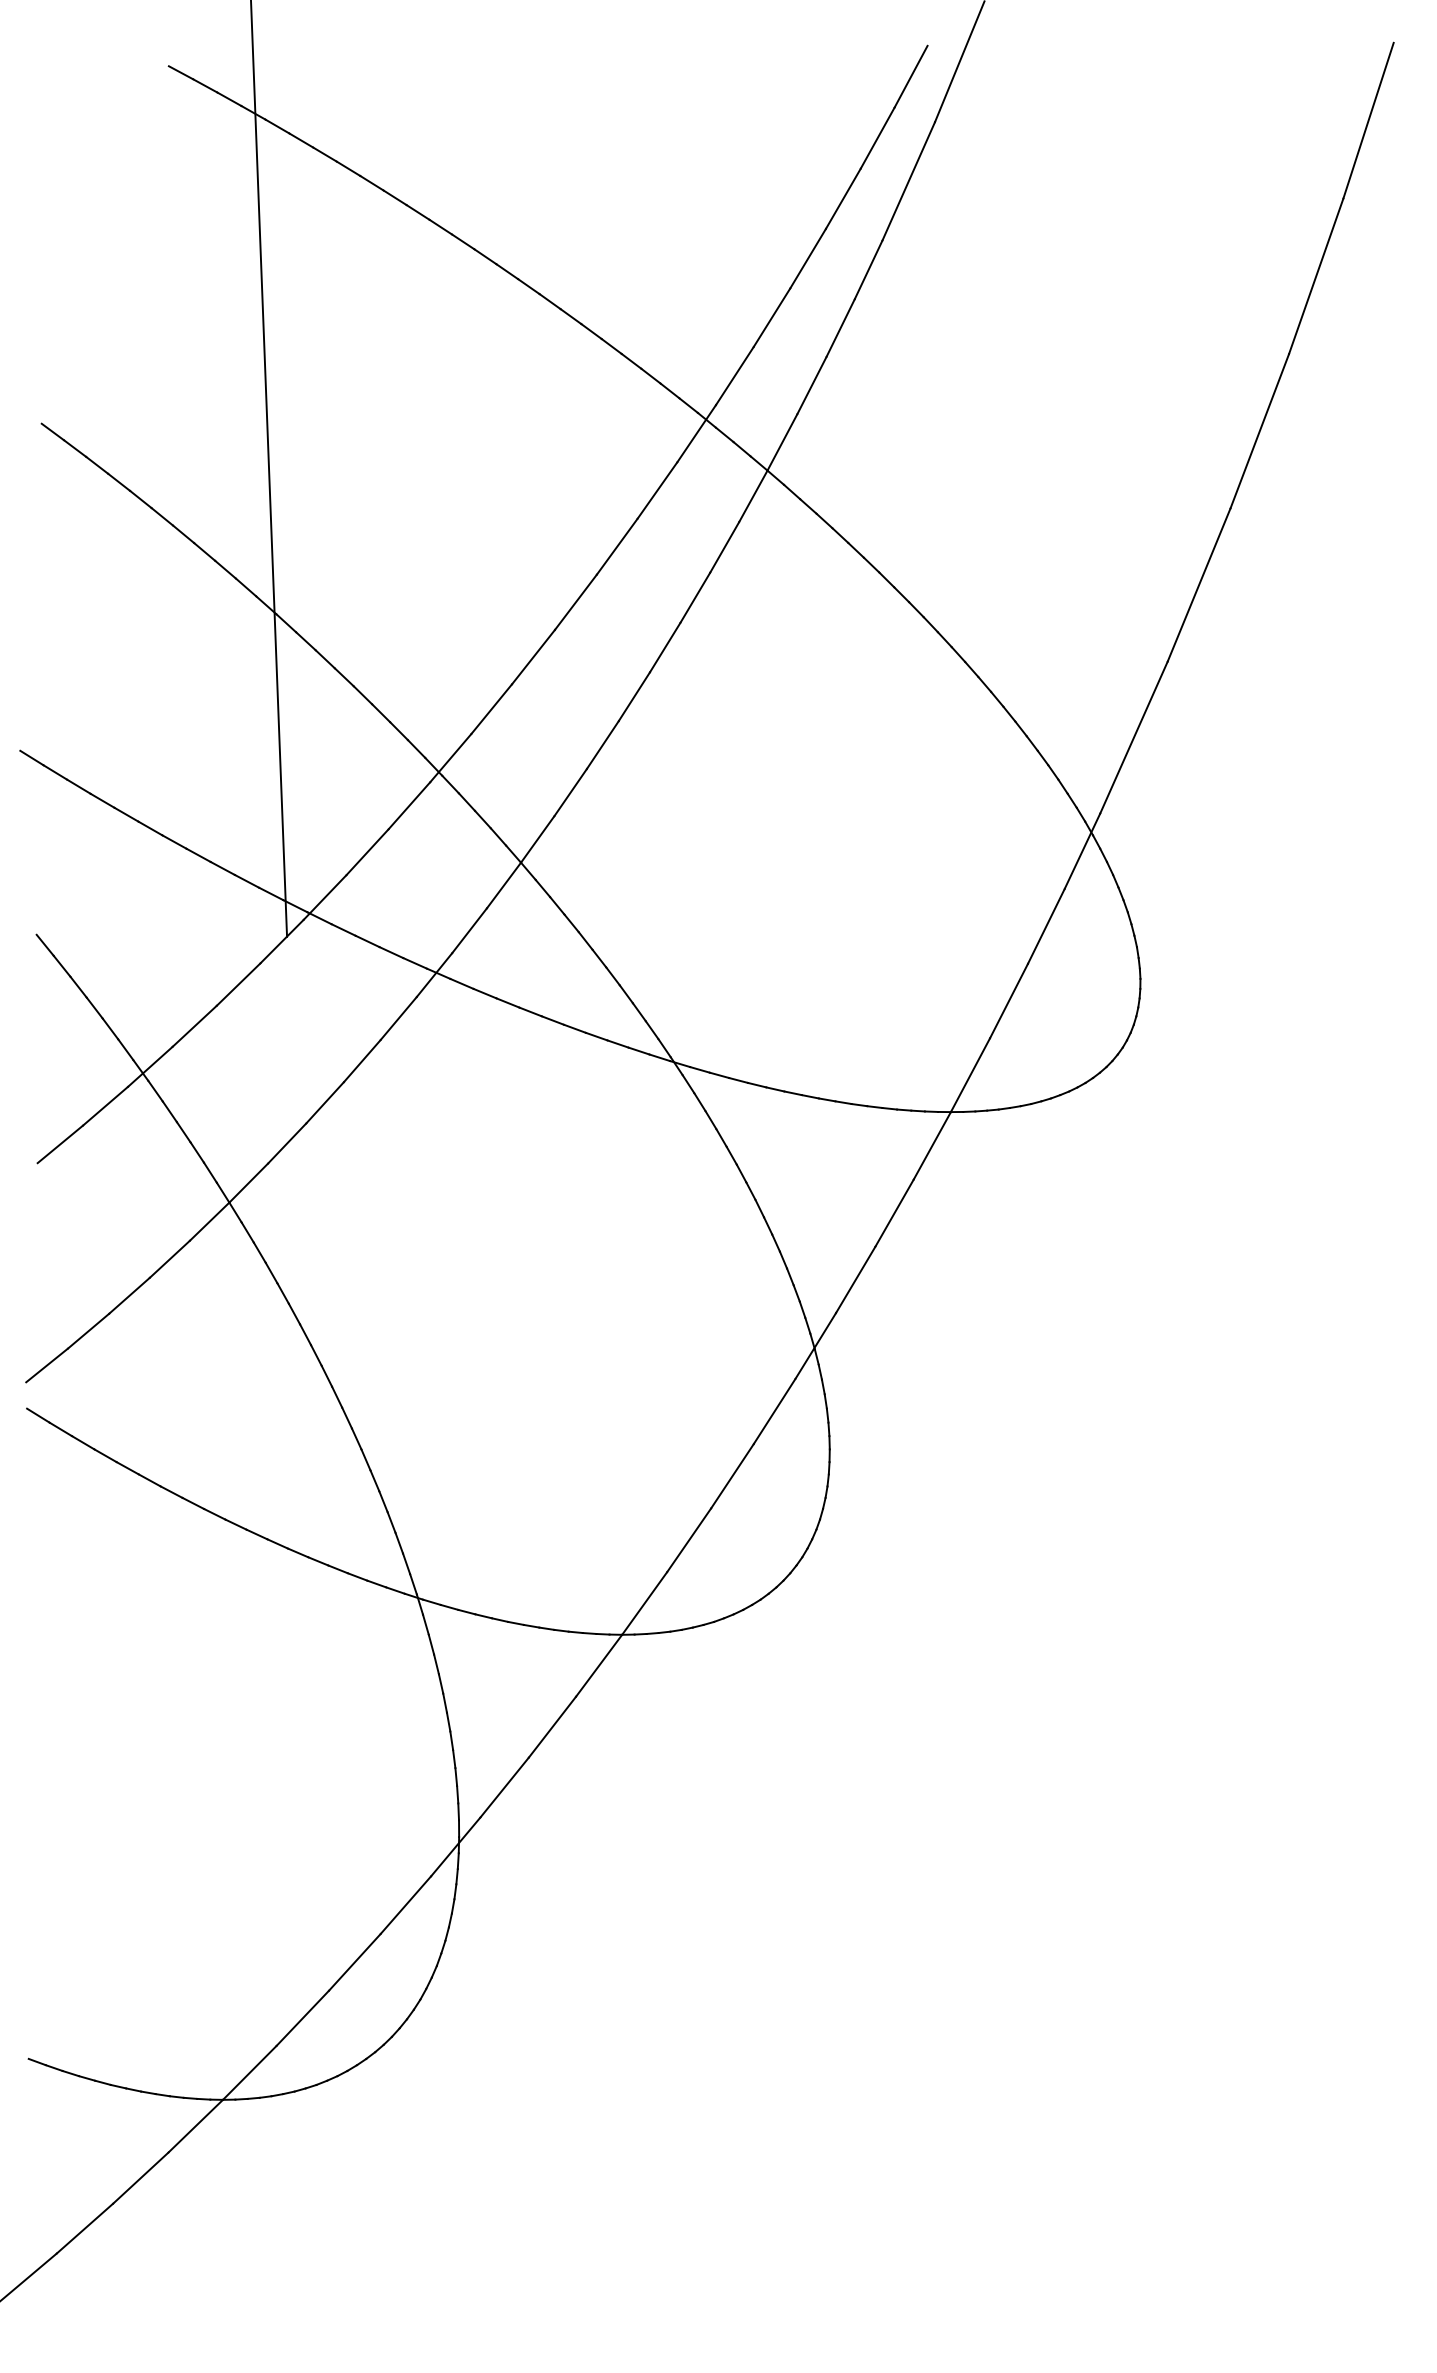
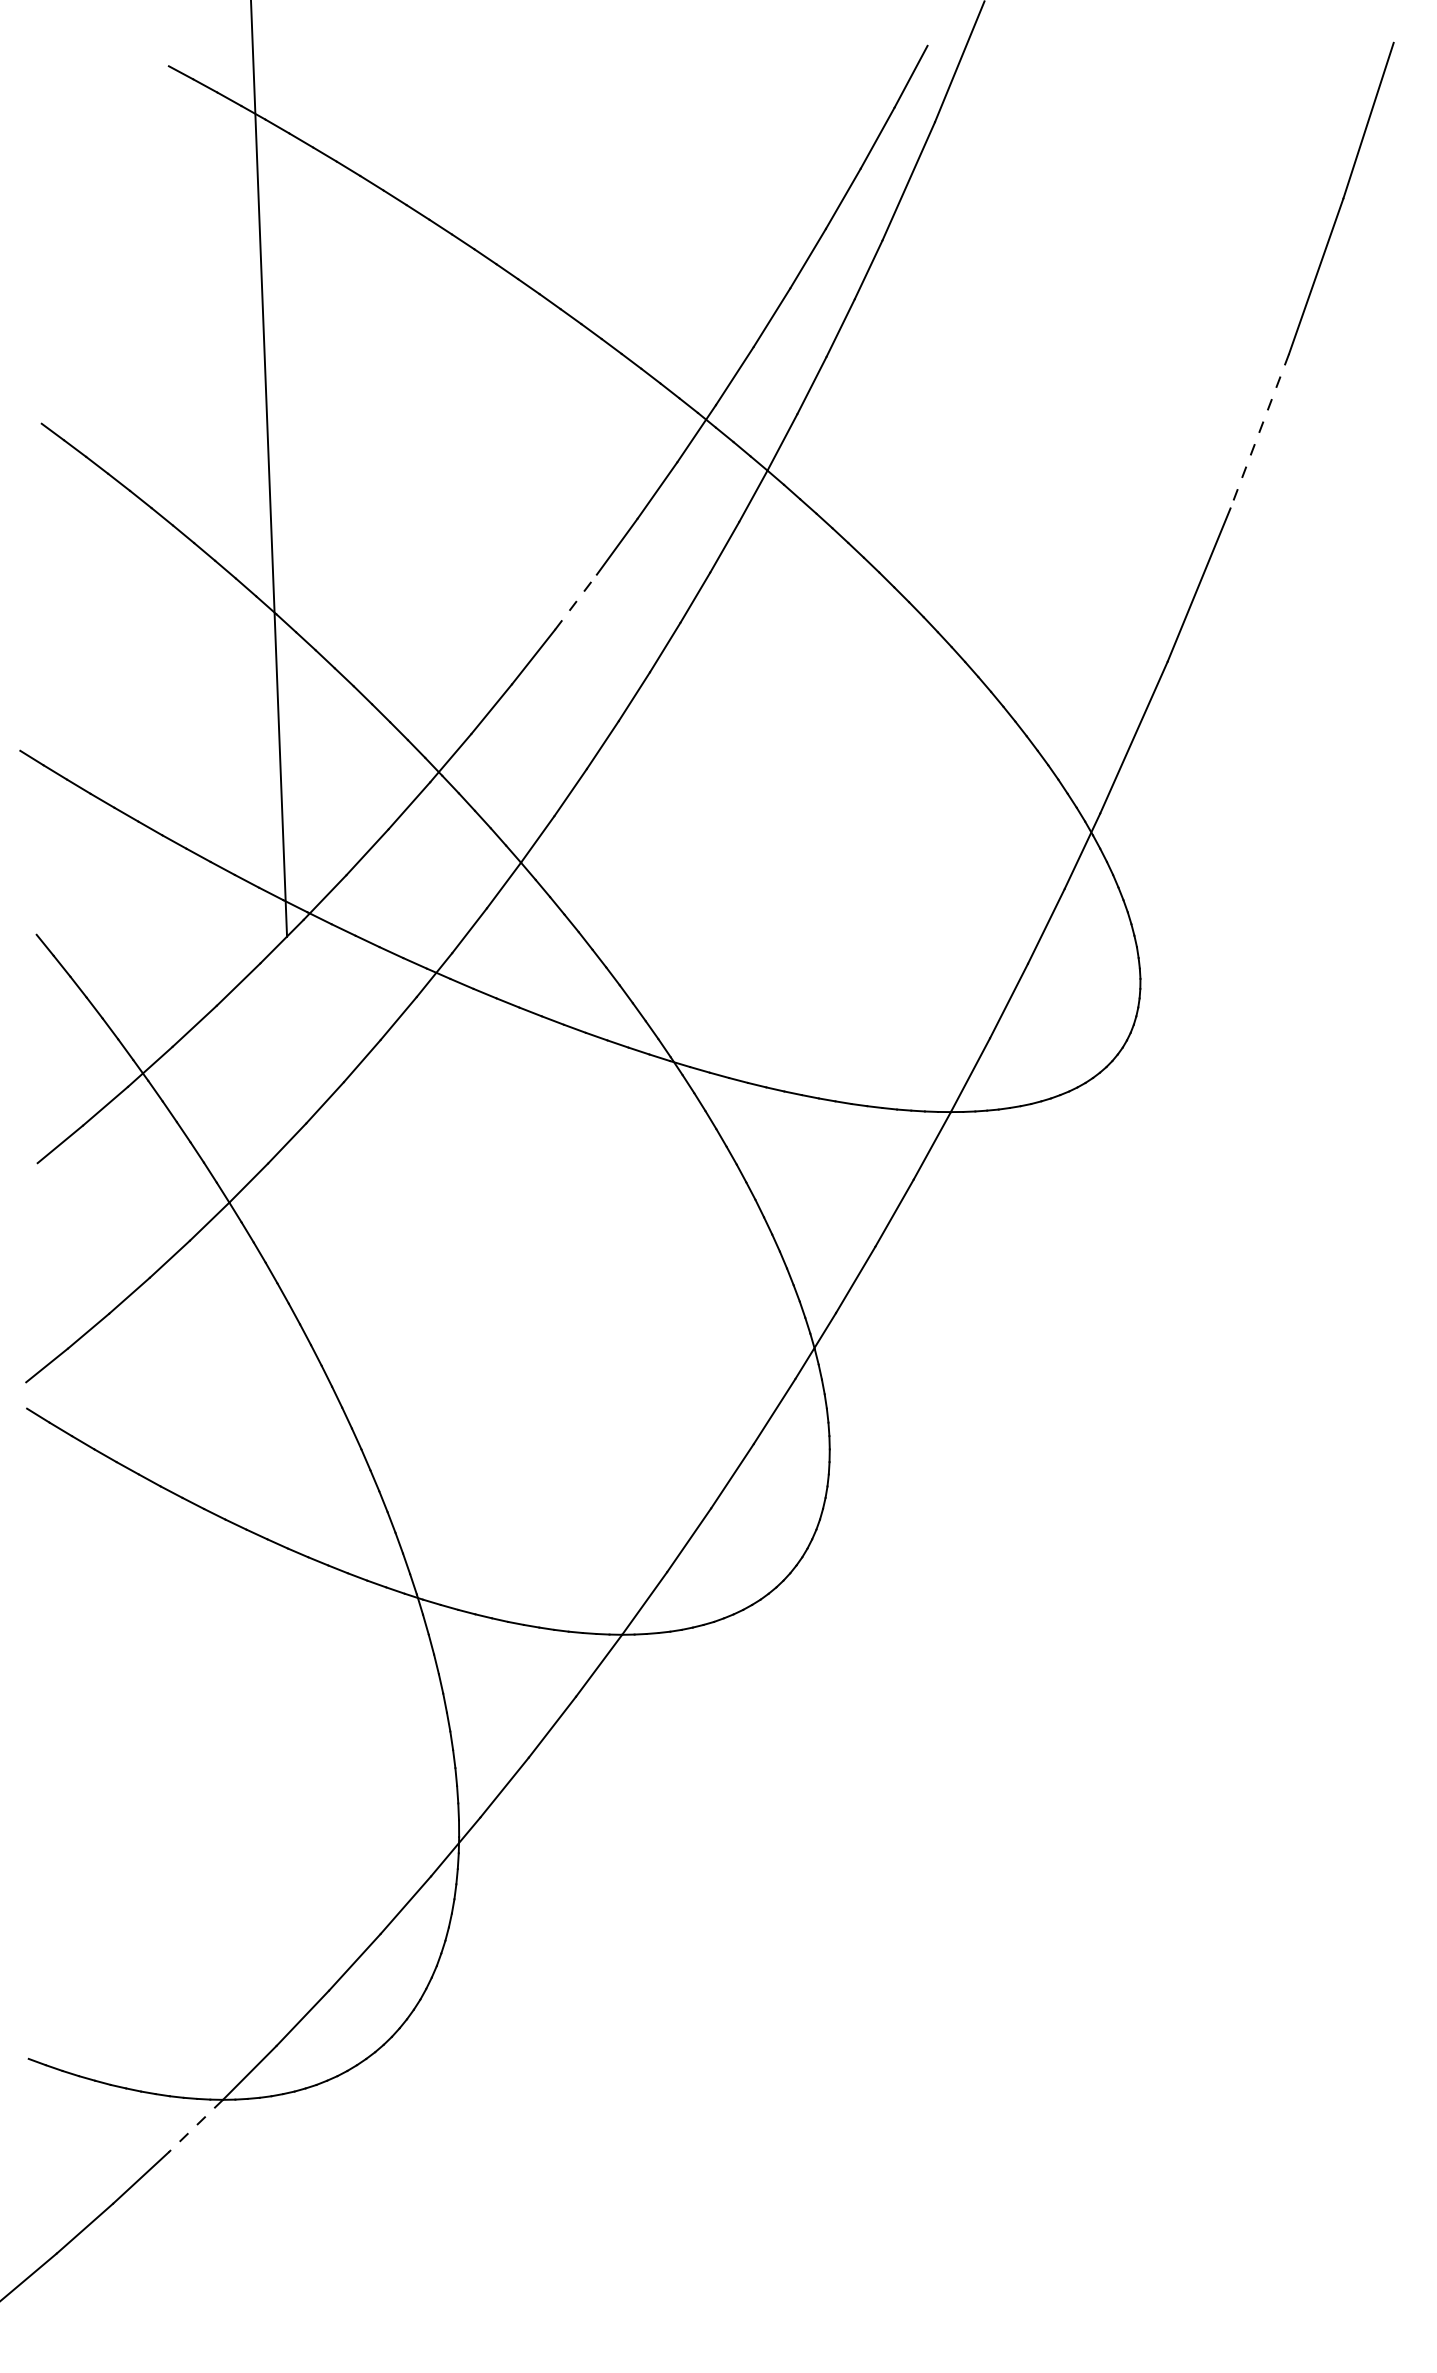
line at (1259, 431): solid -> dashed
line at (575, 602): solid -> dashed
line at (195, 2126): solid -> dashed
